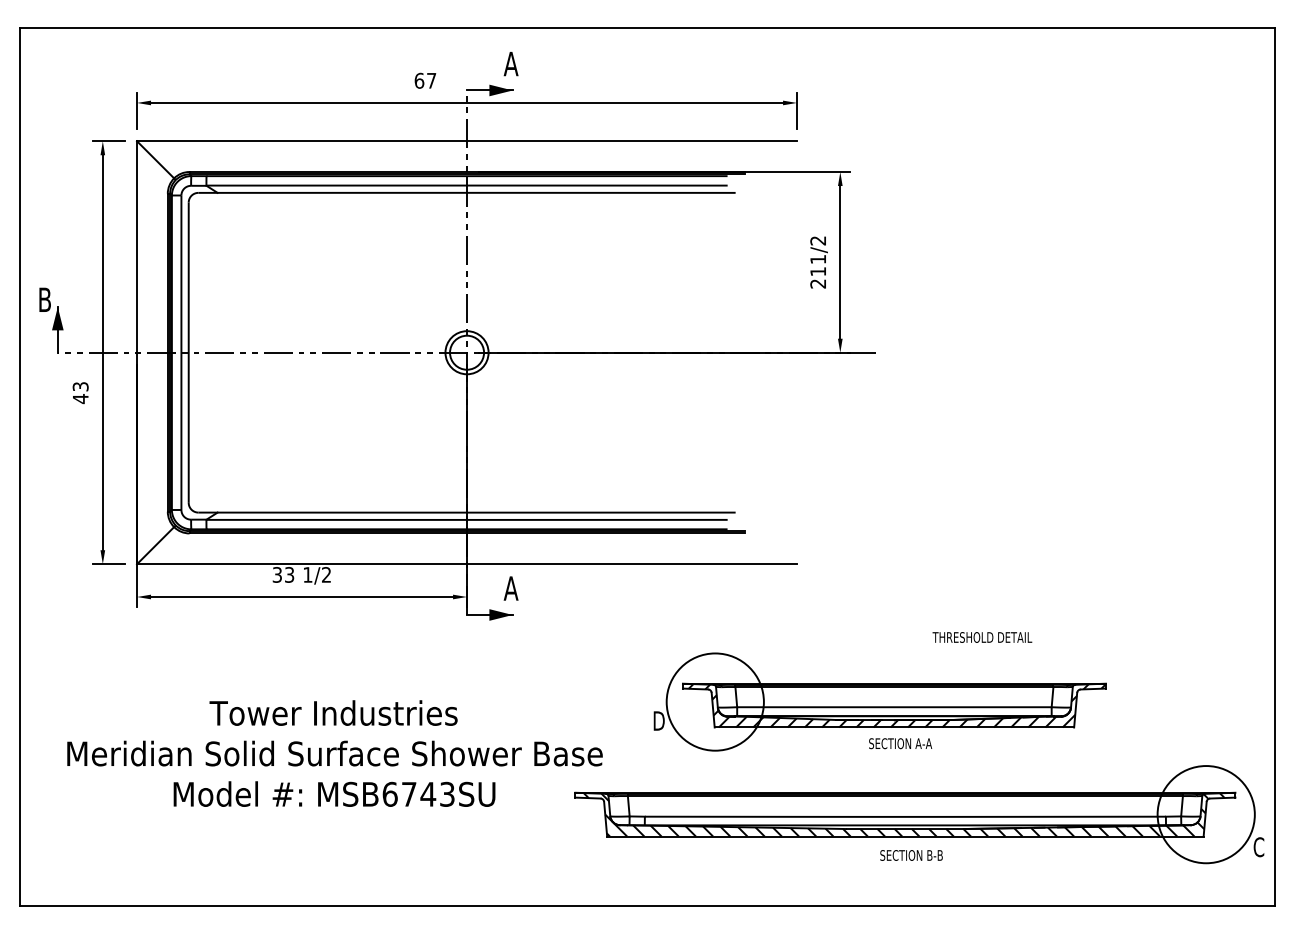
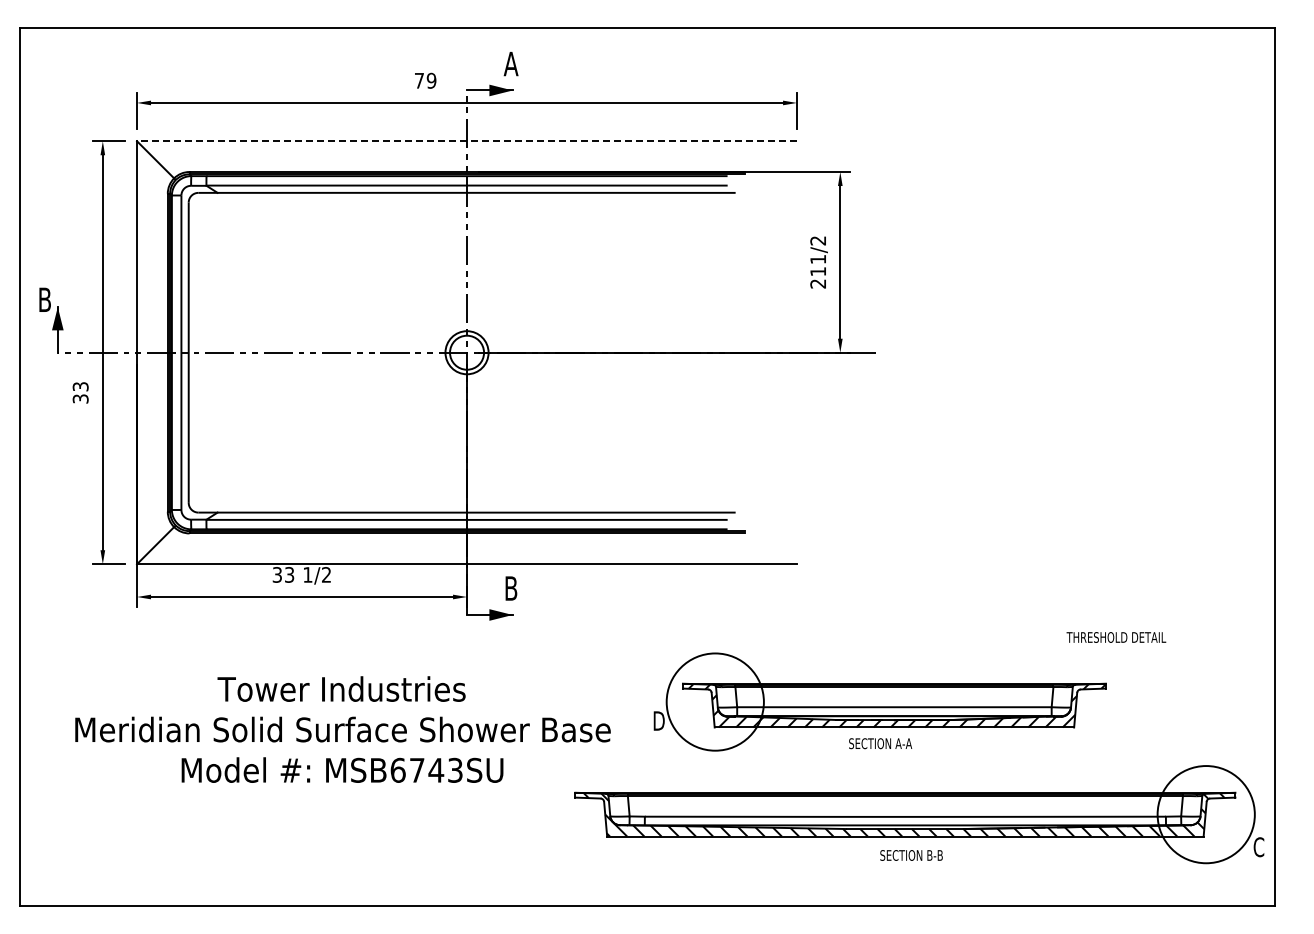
text at (425, 80): 67 -> 79
line at (466, 141): solid -> dashed
text at (80, 399): 43 -> 33
text at (510, 588): A -> B
text at (982, 637) position: (982, 637) -> (1116, 637)
text at (900, 743) position: (900, 743) -> (880, 743)
text at (334, 753) position: (334, 753) -> (342, 729)
